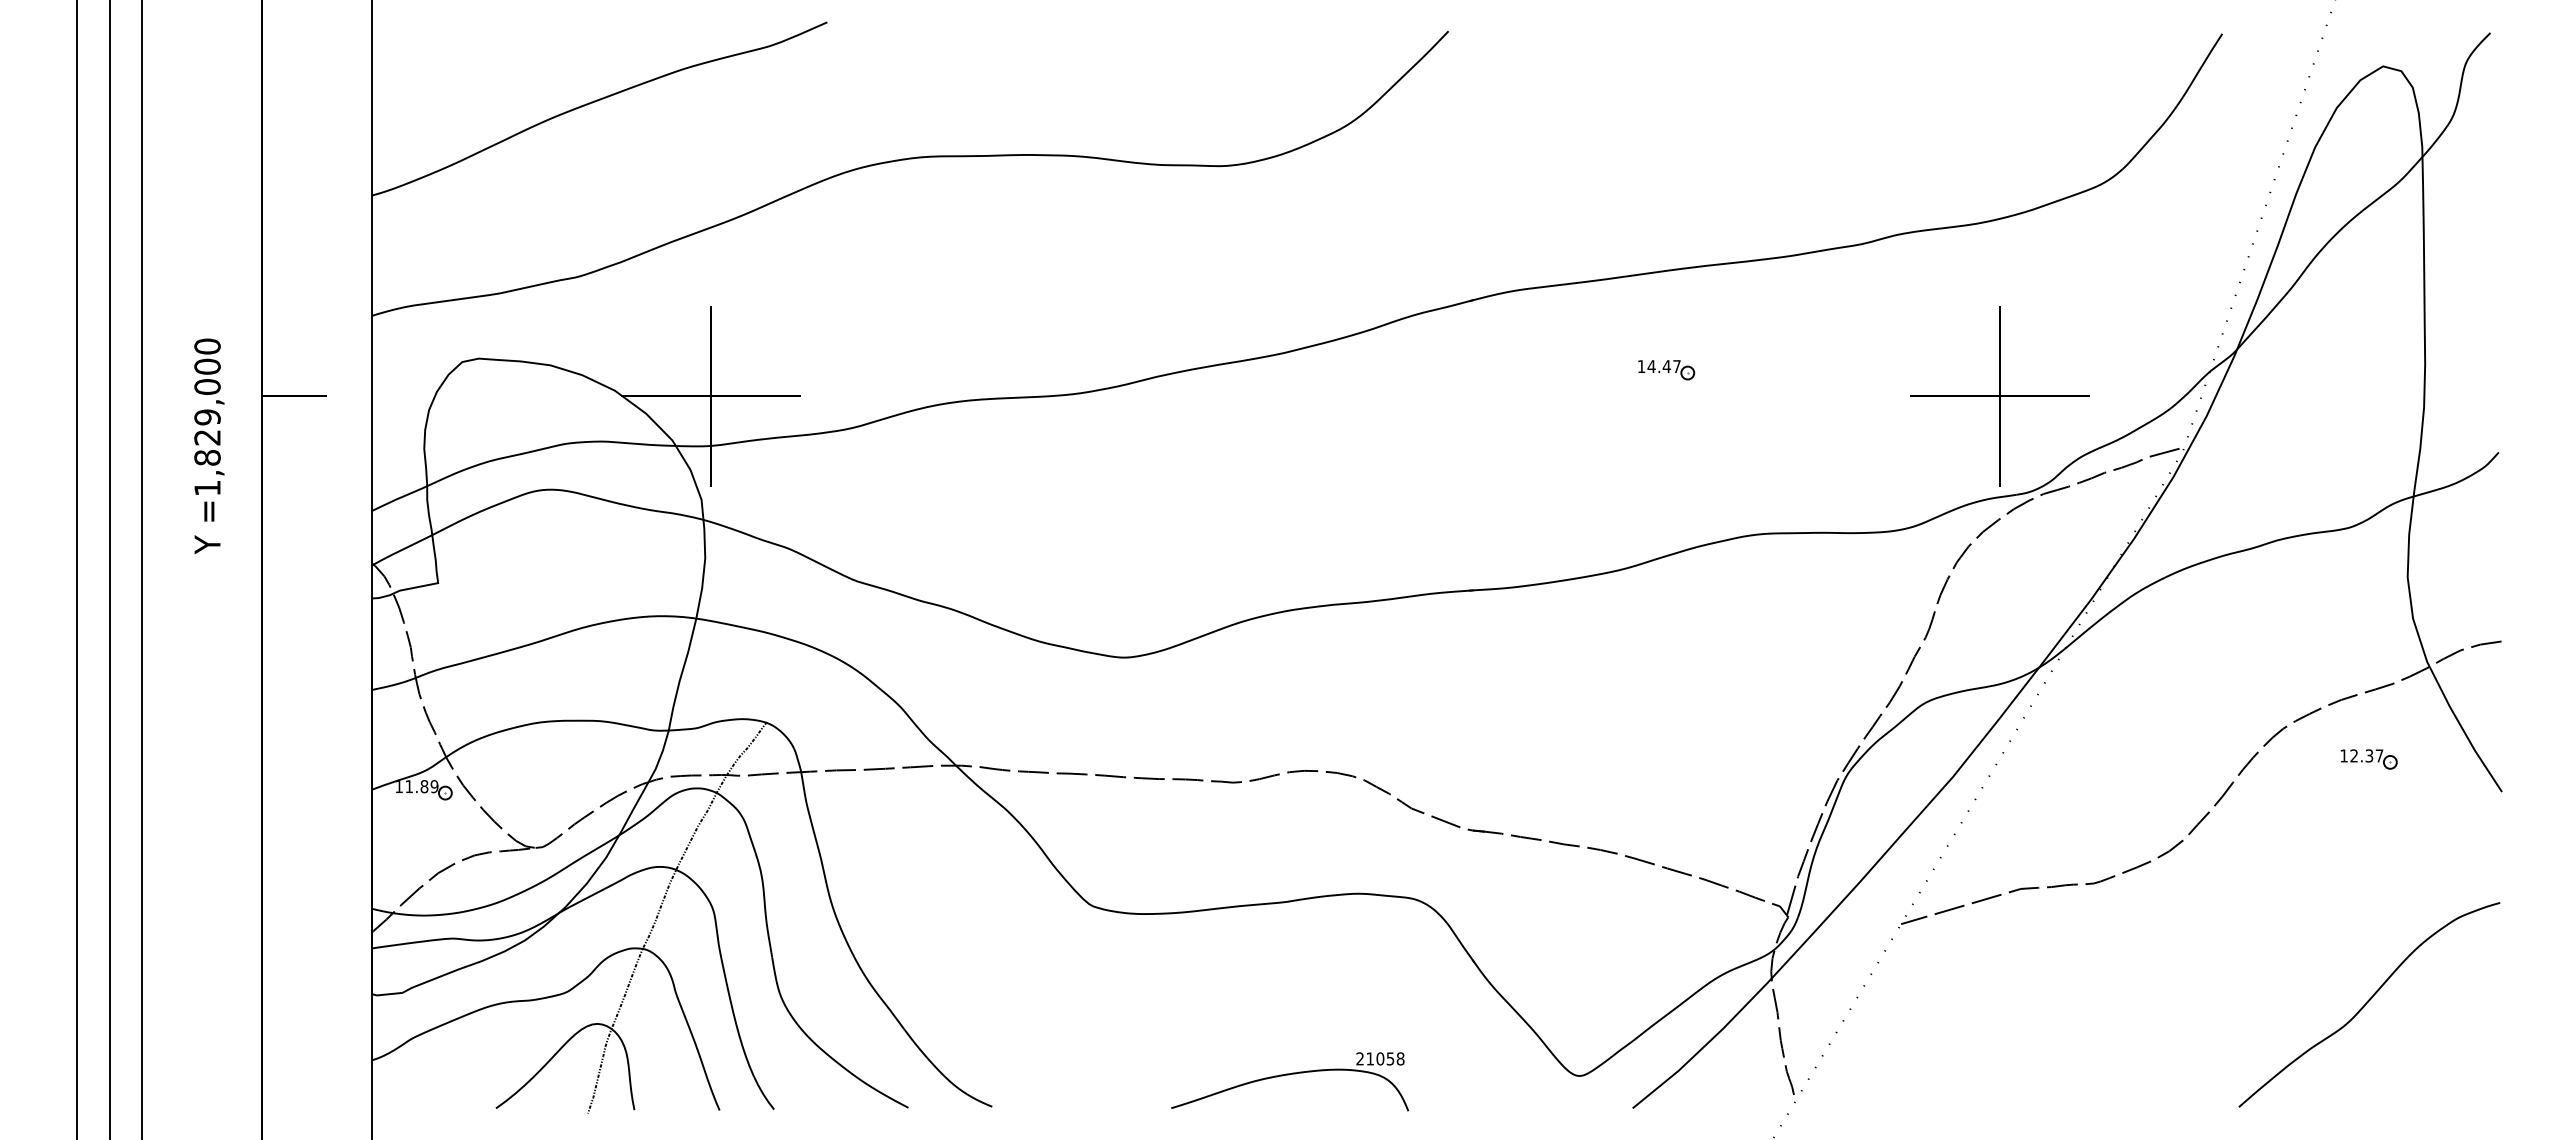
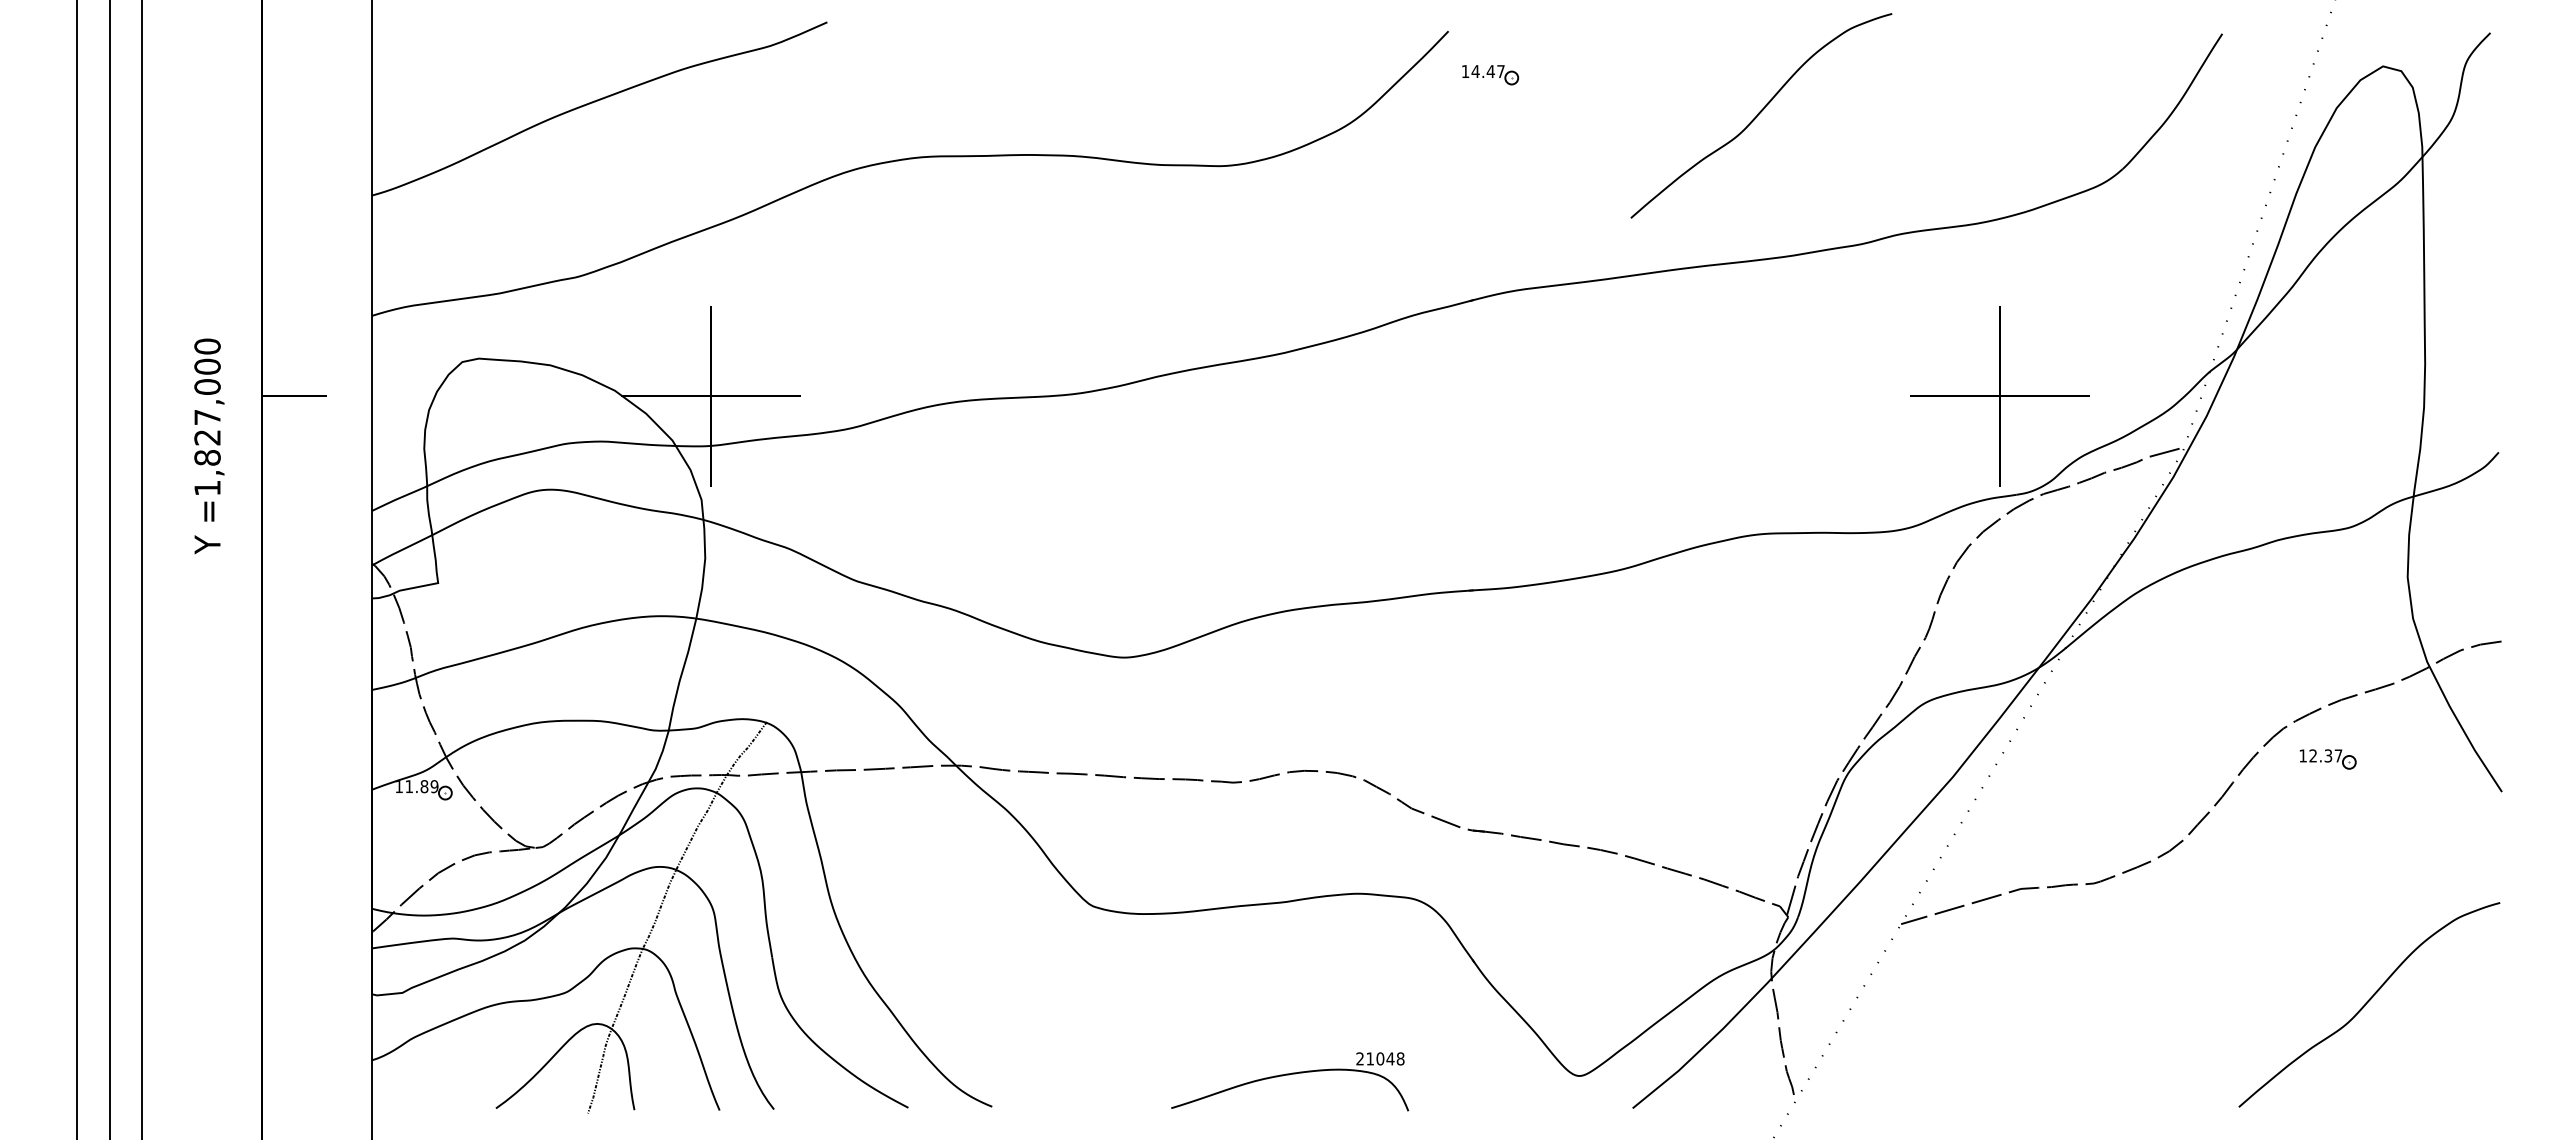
curve at (1760, 113): none -> present
part at (1666, 370) position: (1666, 370) -> (1490, 75)
text at (207, 417): =1,829,000 -> =1,827,000
part at (2369, 759) position: (2369, 759) -> (2328, 759)
text at (1390, 1058): 21058 -> 21048
